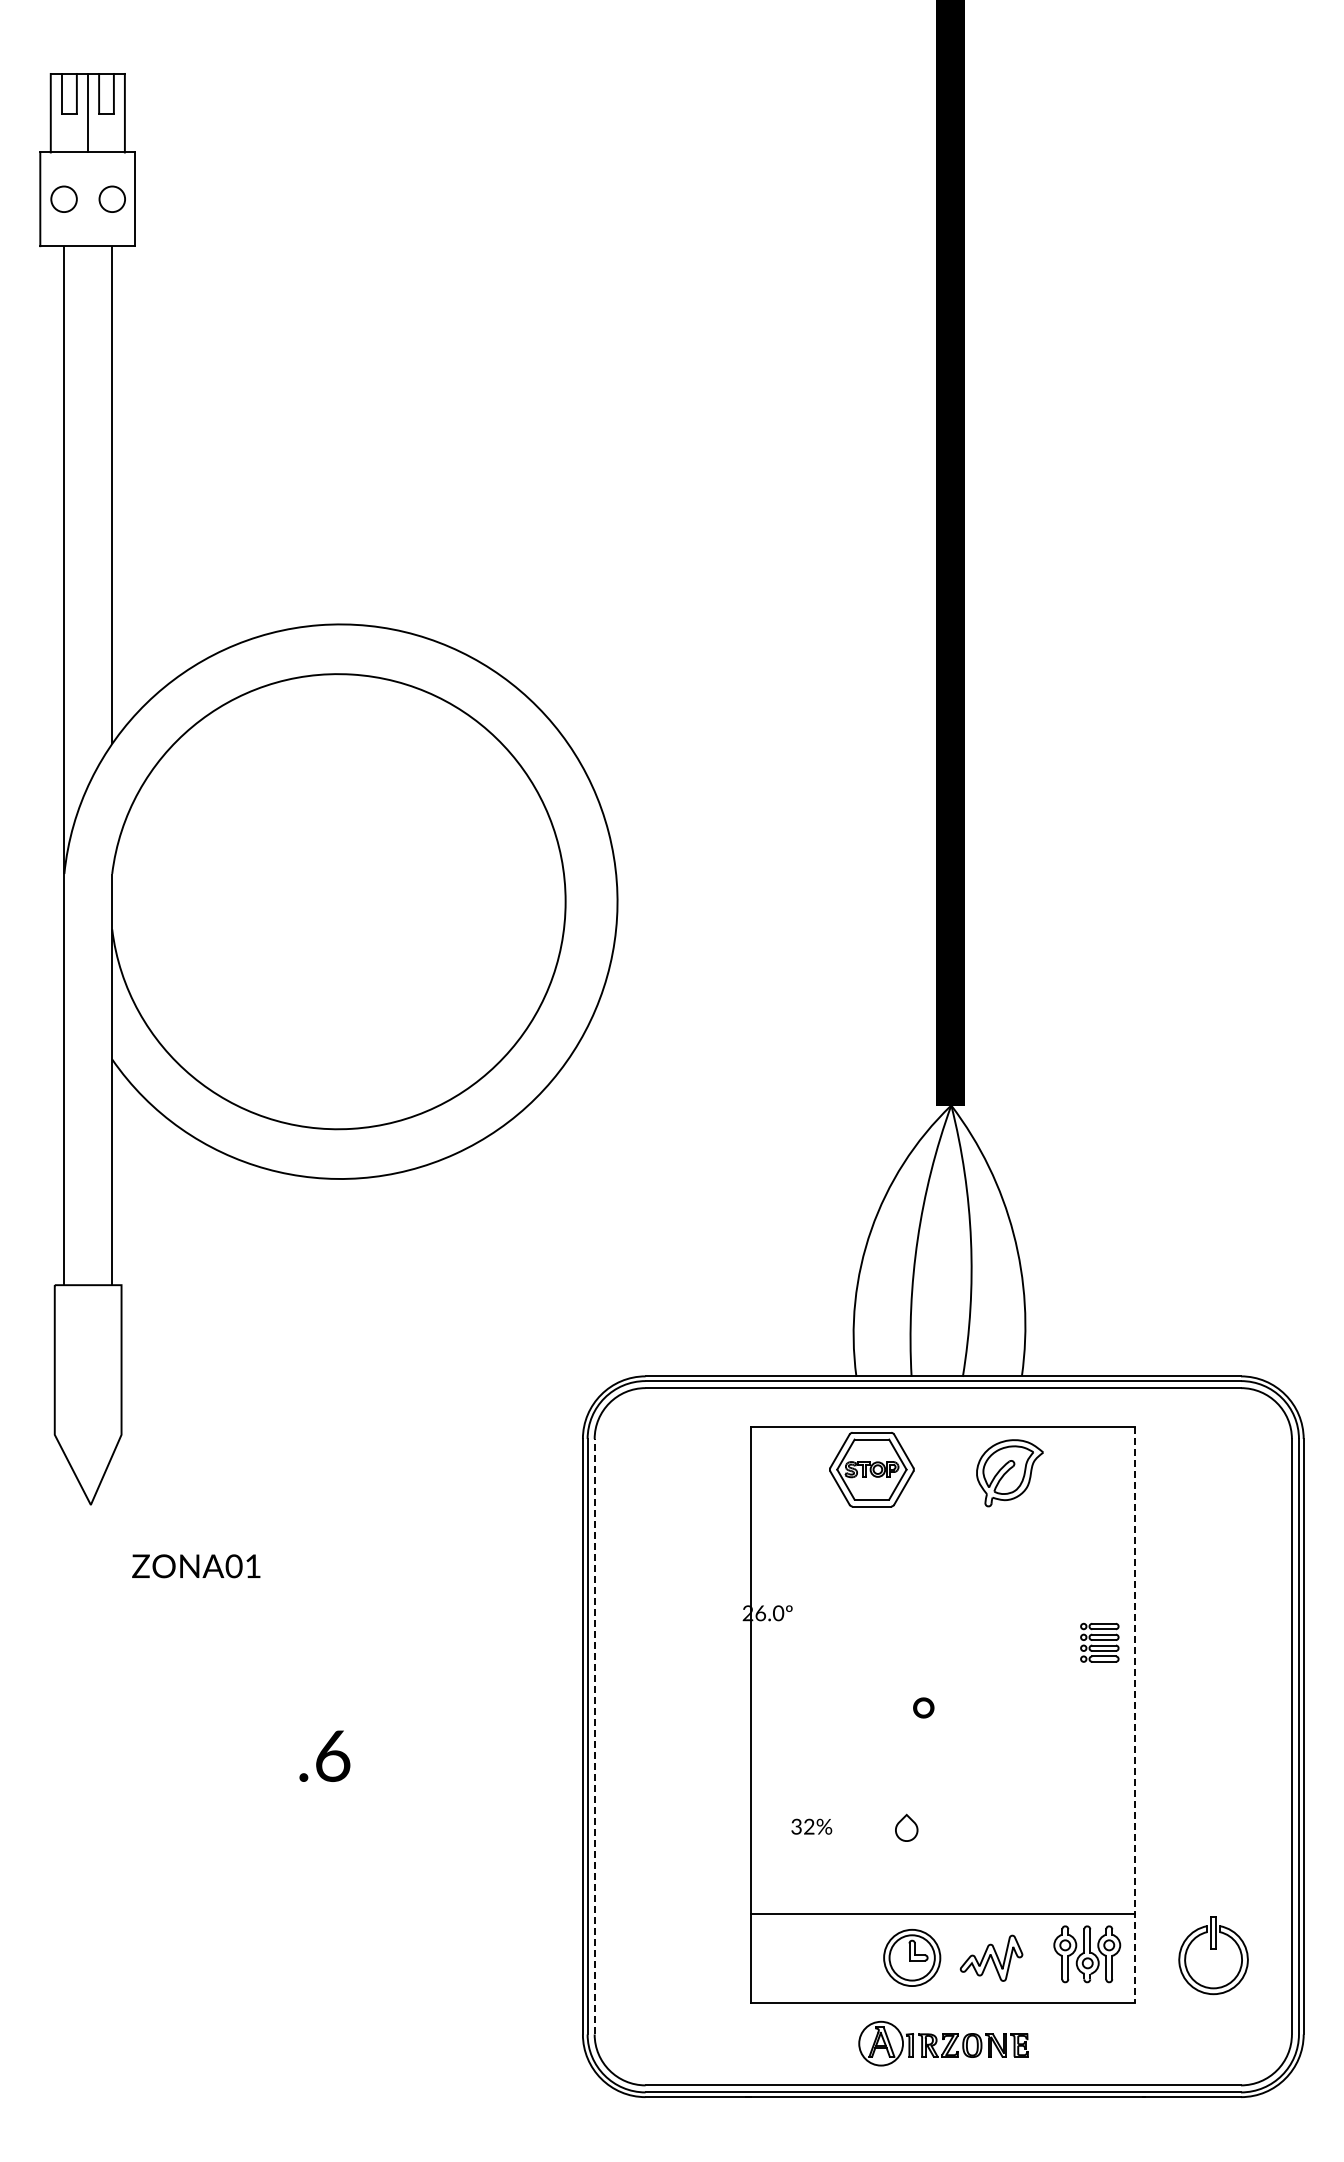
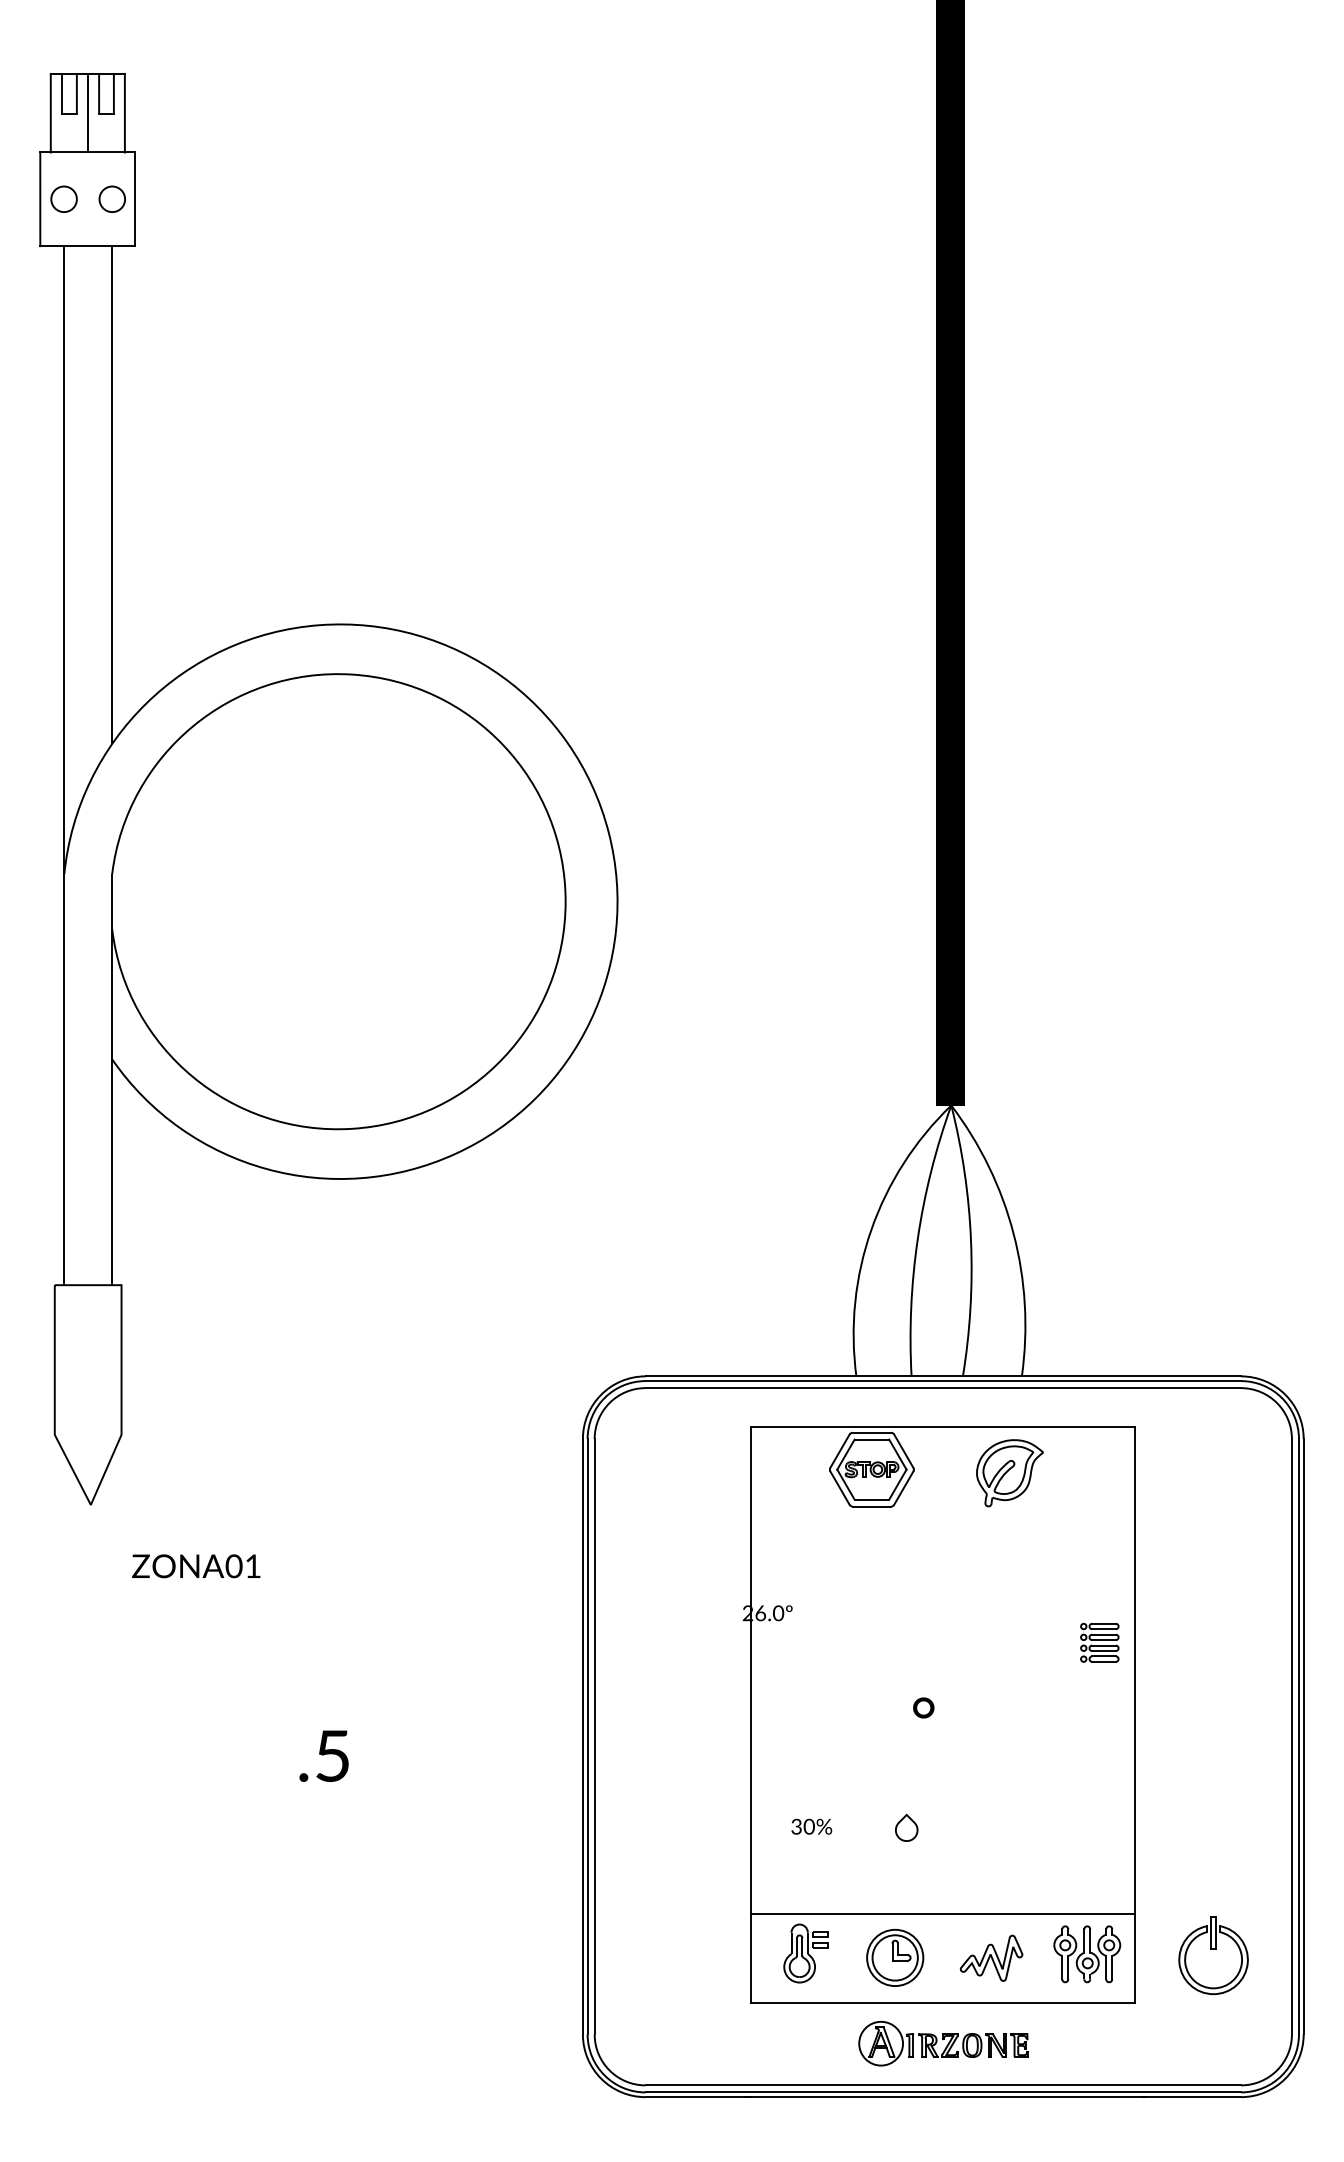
line at (1135, 1714): dashed -> solid
line at (594, 1736): dashed -> solid
text at (333, 1755): .6 -> .5
text at (808, 1826): 32% -> 30%
part at (805, 1953): none -> present
part at (912, 1957) position: (912, 1957) -> (895, 1957)
